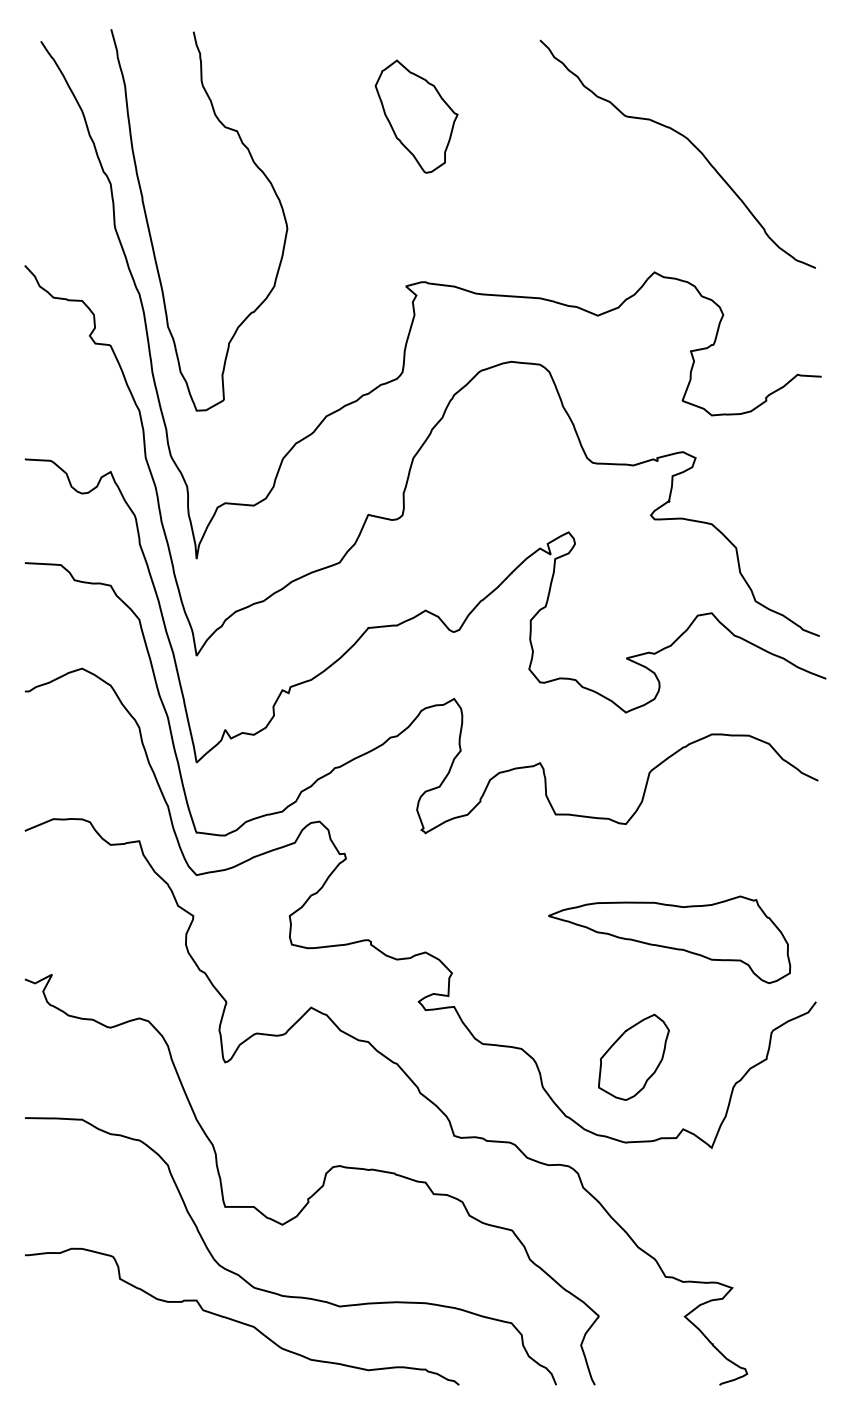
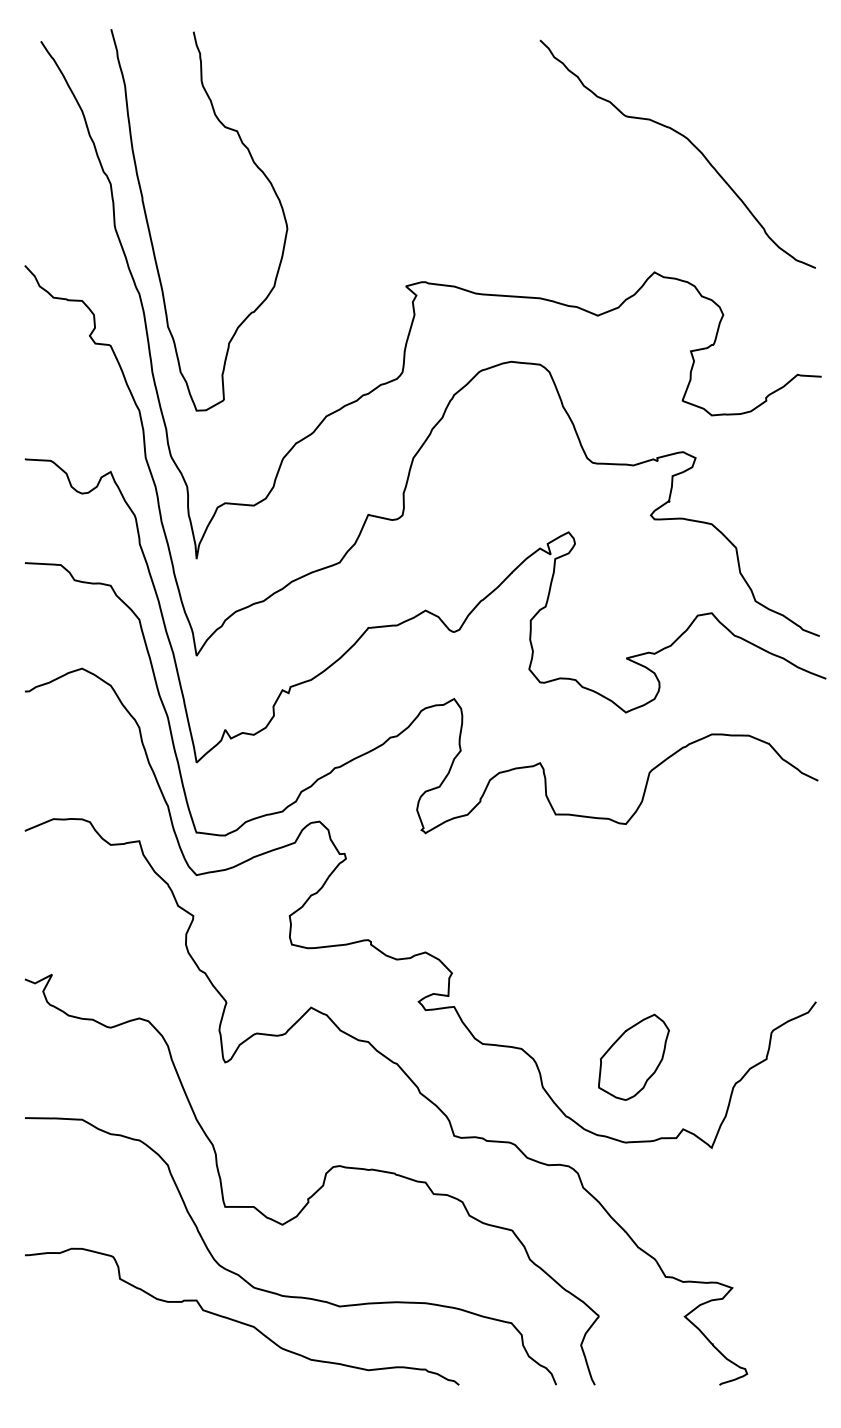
part at (416, 116): present -> none
part at (669, 939): present -> none
